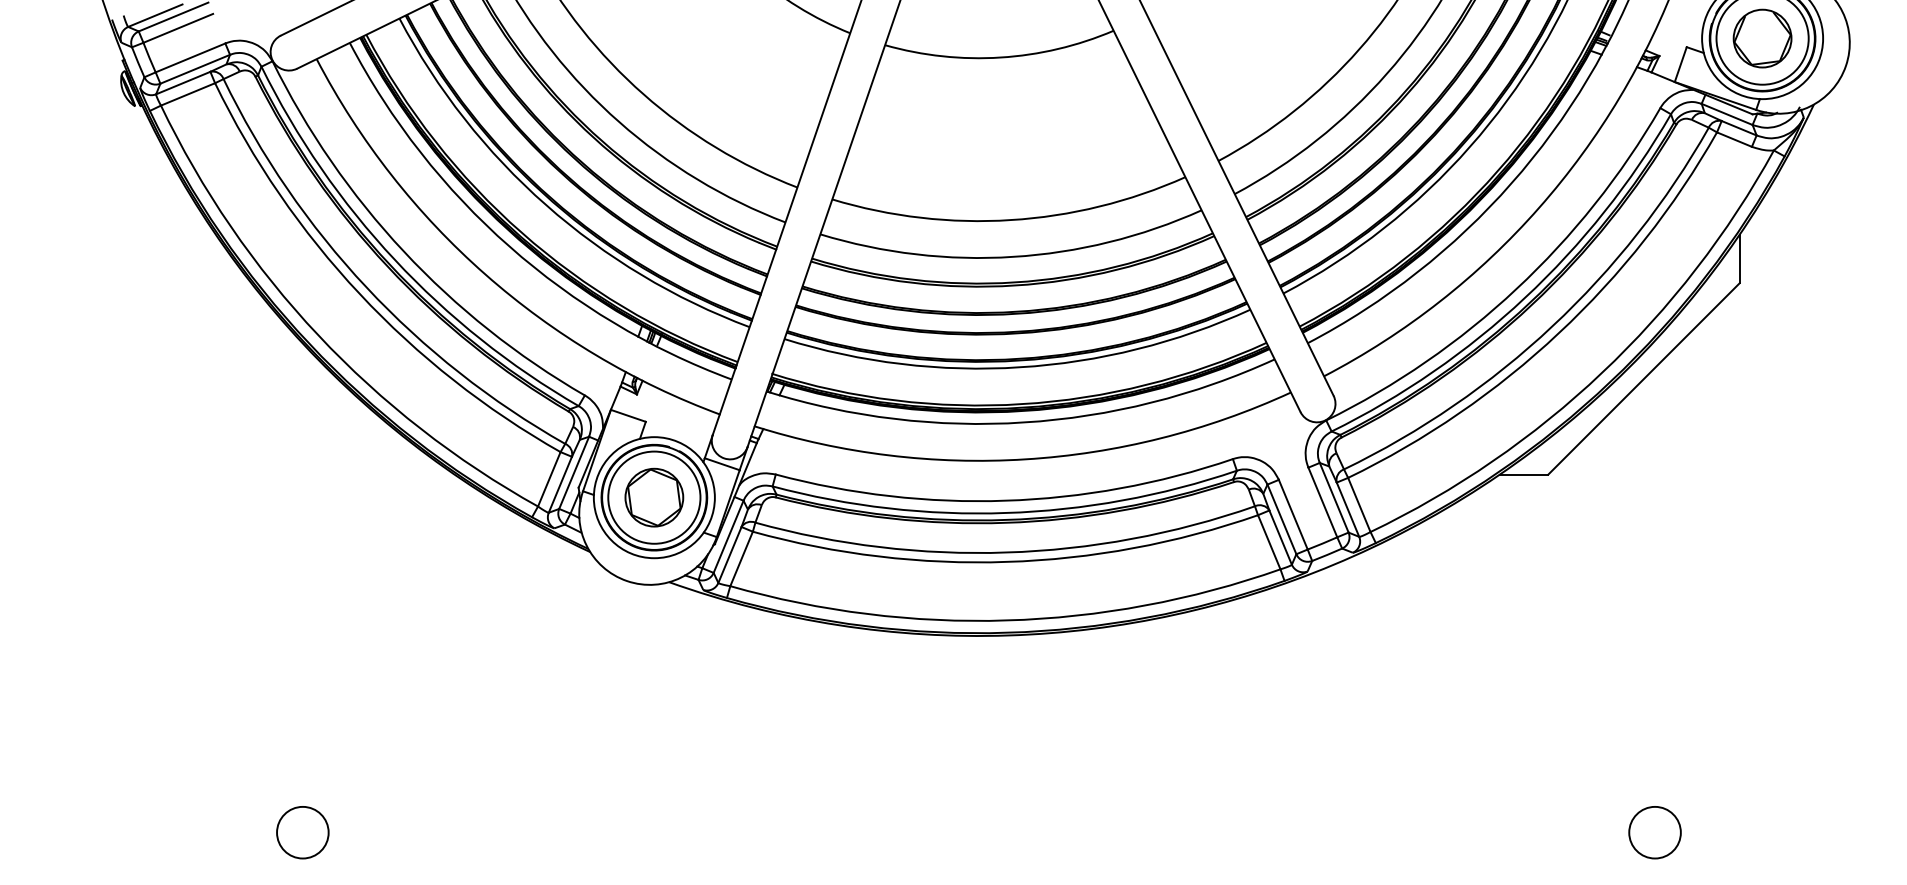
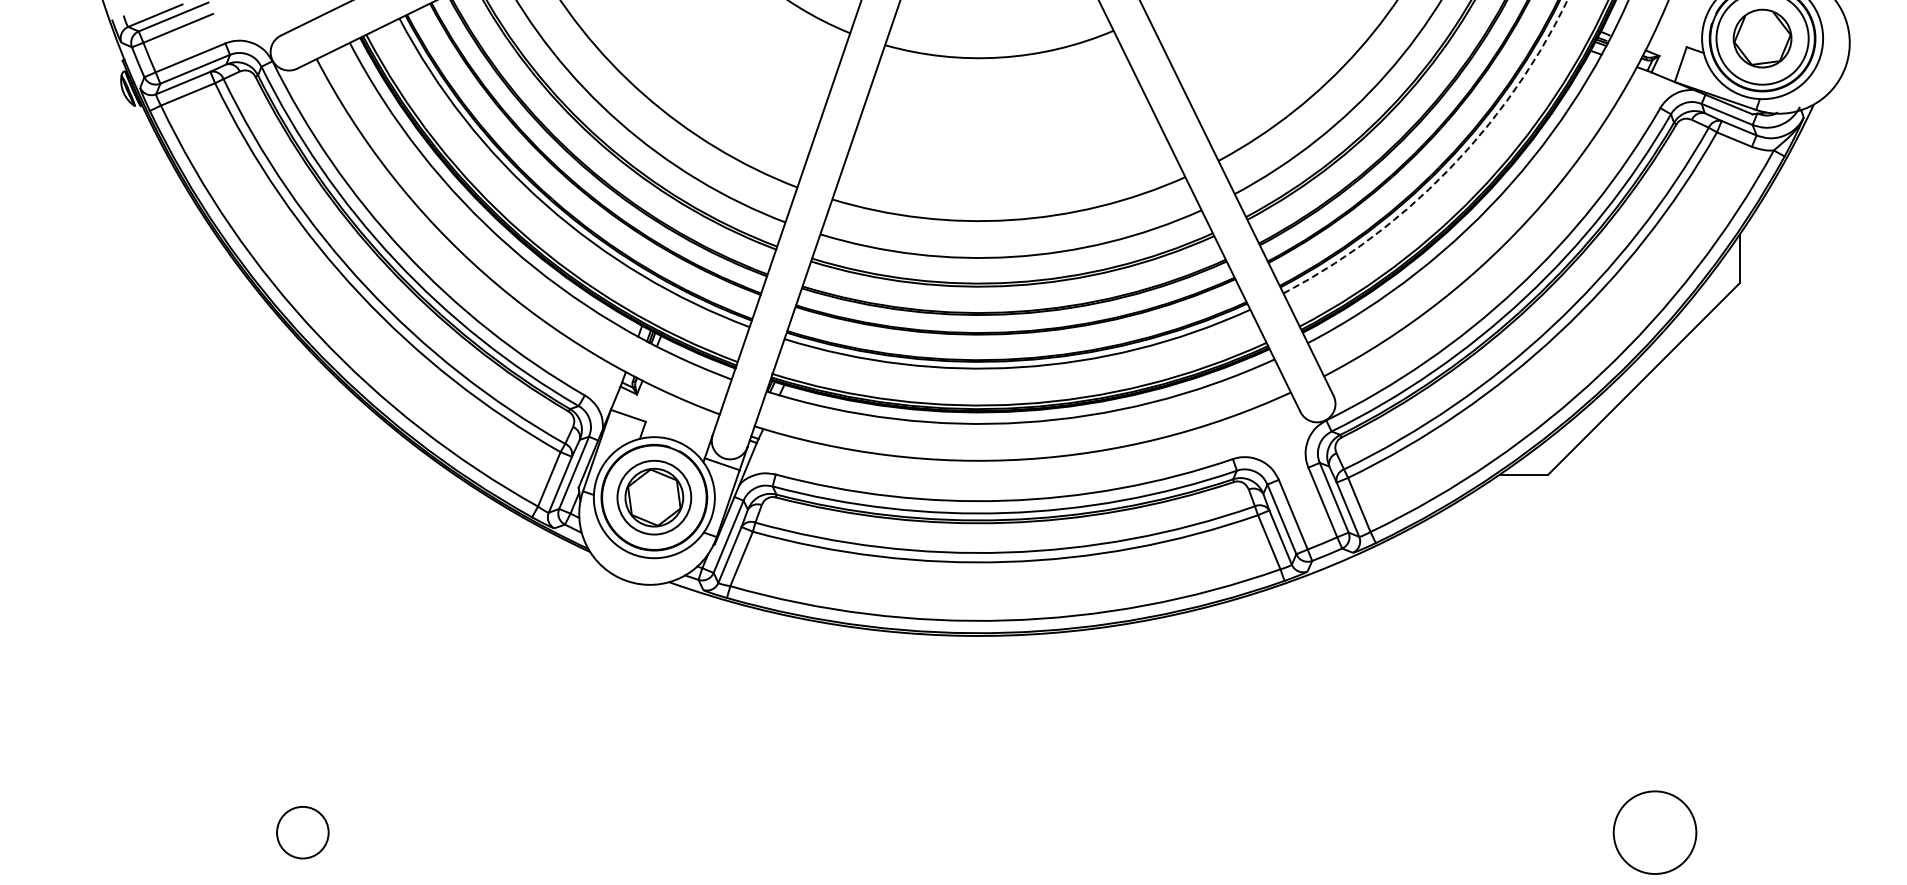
arc at (1448, 170): solid -> dashed
circle at (654, 497) diameter: 92 px -> 74 px
circle at (1654, 832) diameter: 52 px -> 83 px
